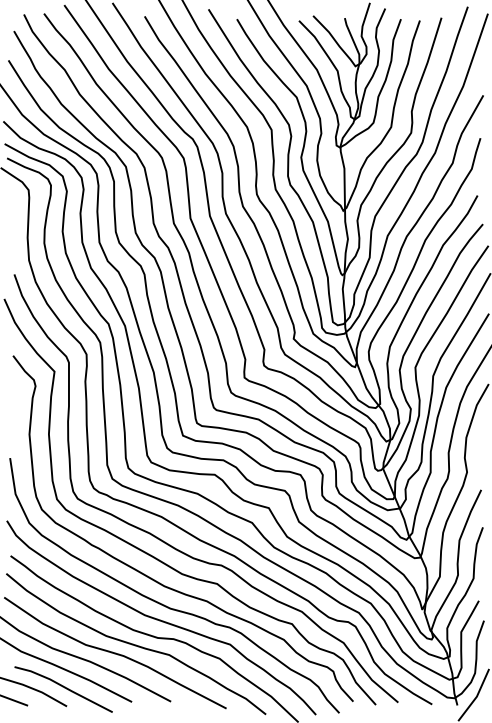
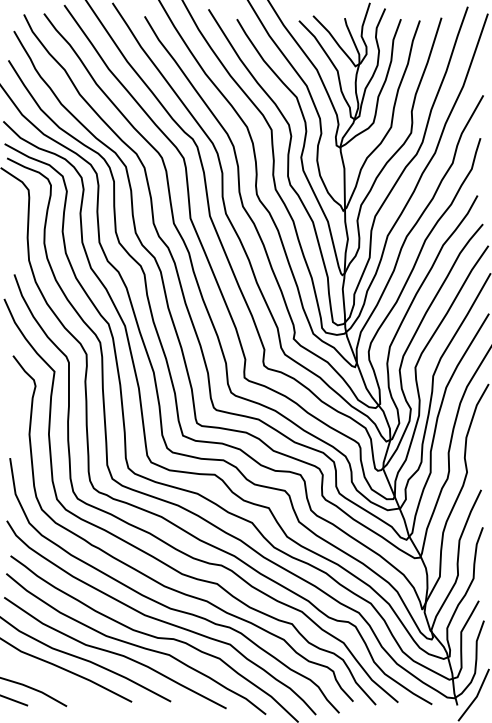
line at (64, 688): present -> none
